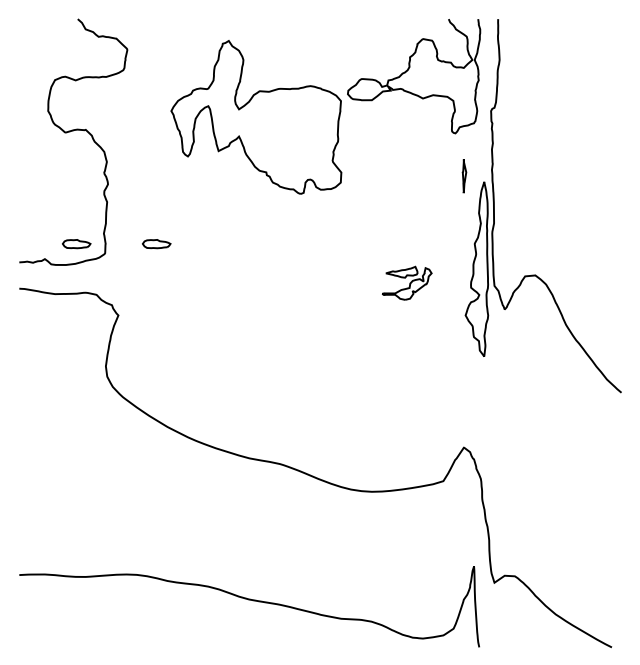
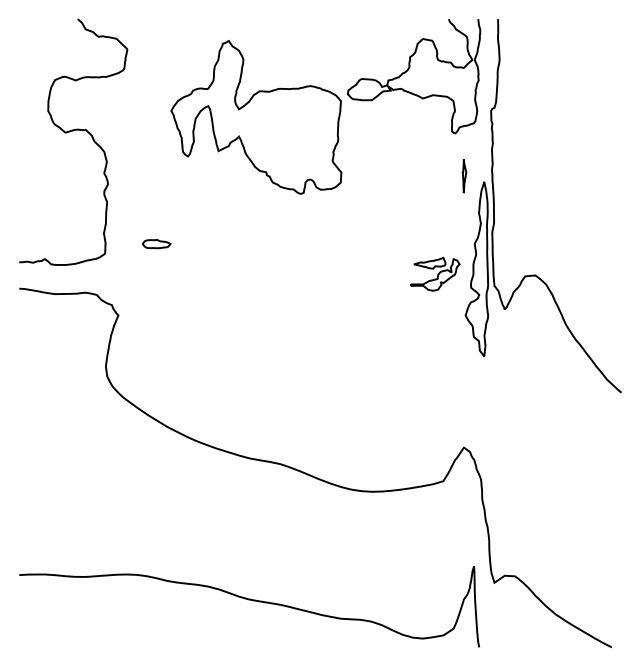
part at (76, 244): present -> none
part at (407, 282) position: (407, 282) -> (435, 273)
